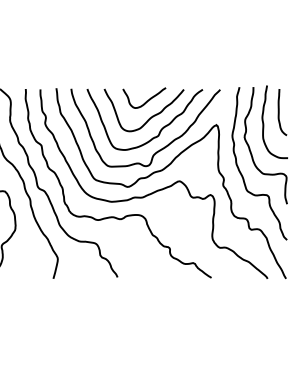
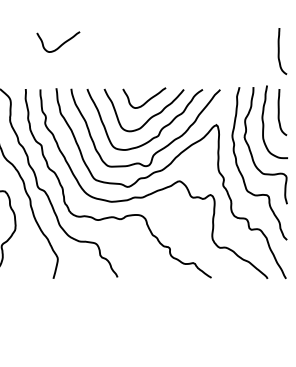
curve at (60, 44): none -> present
curve at (279, 51): none -> present
